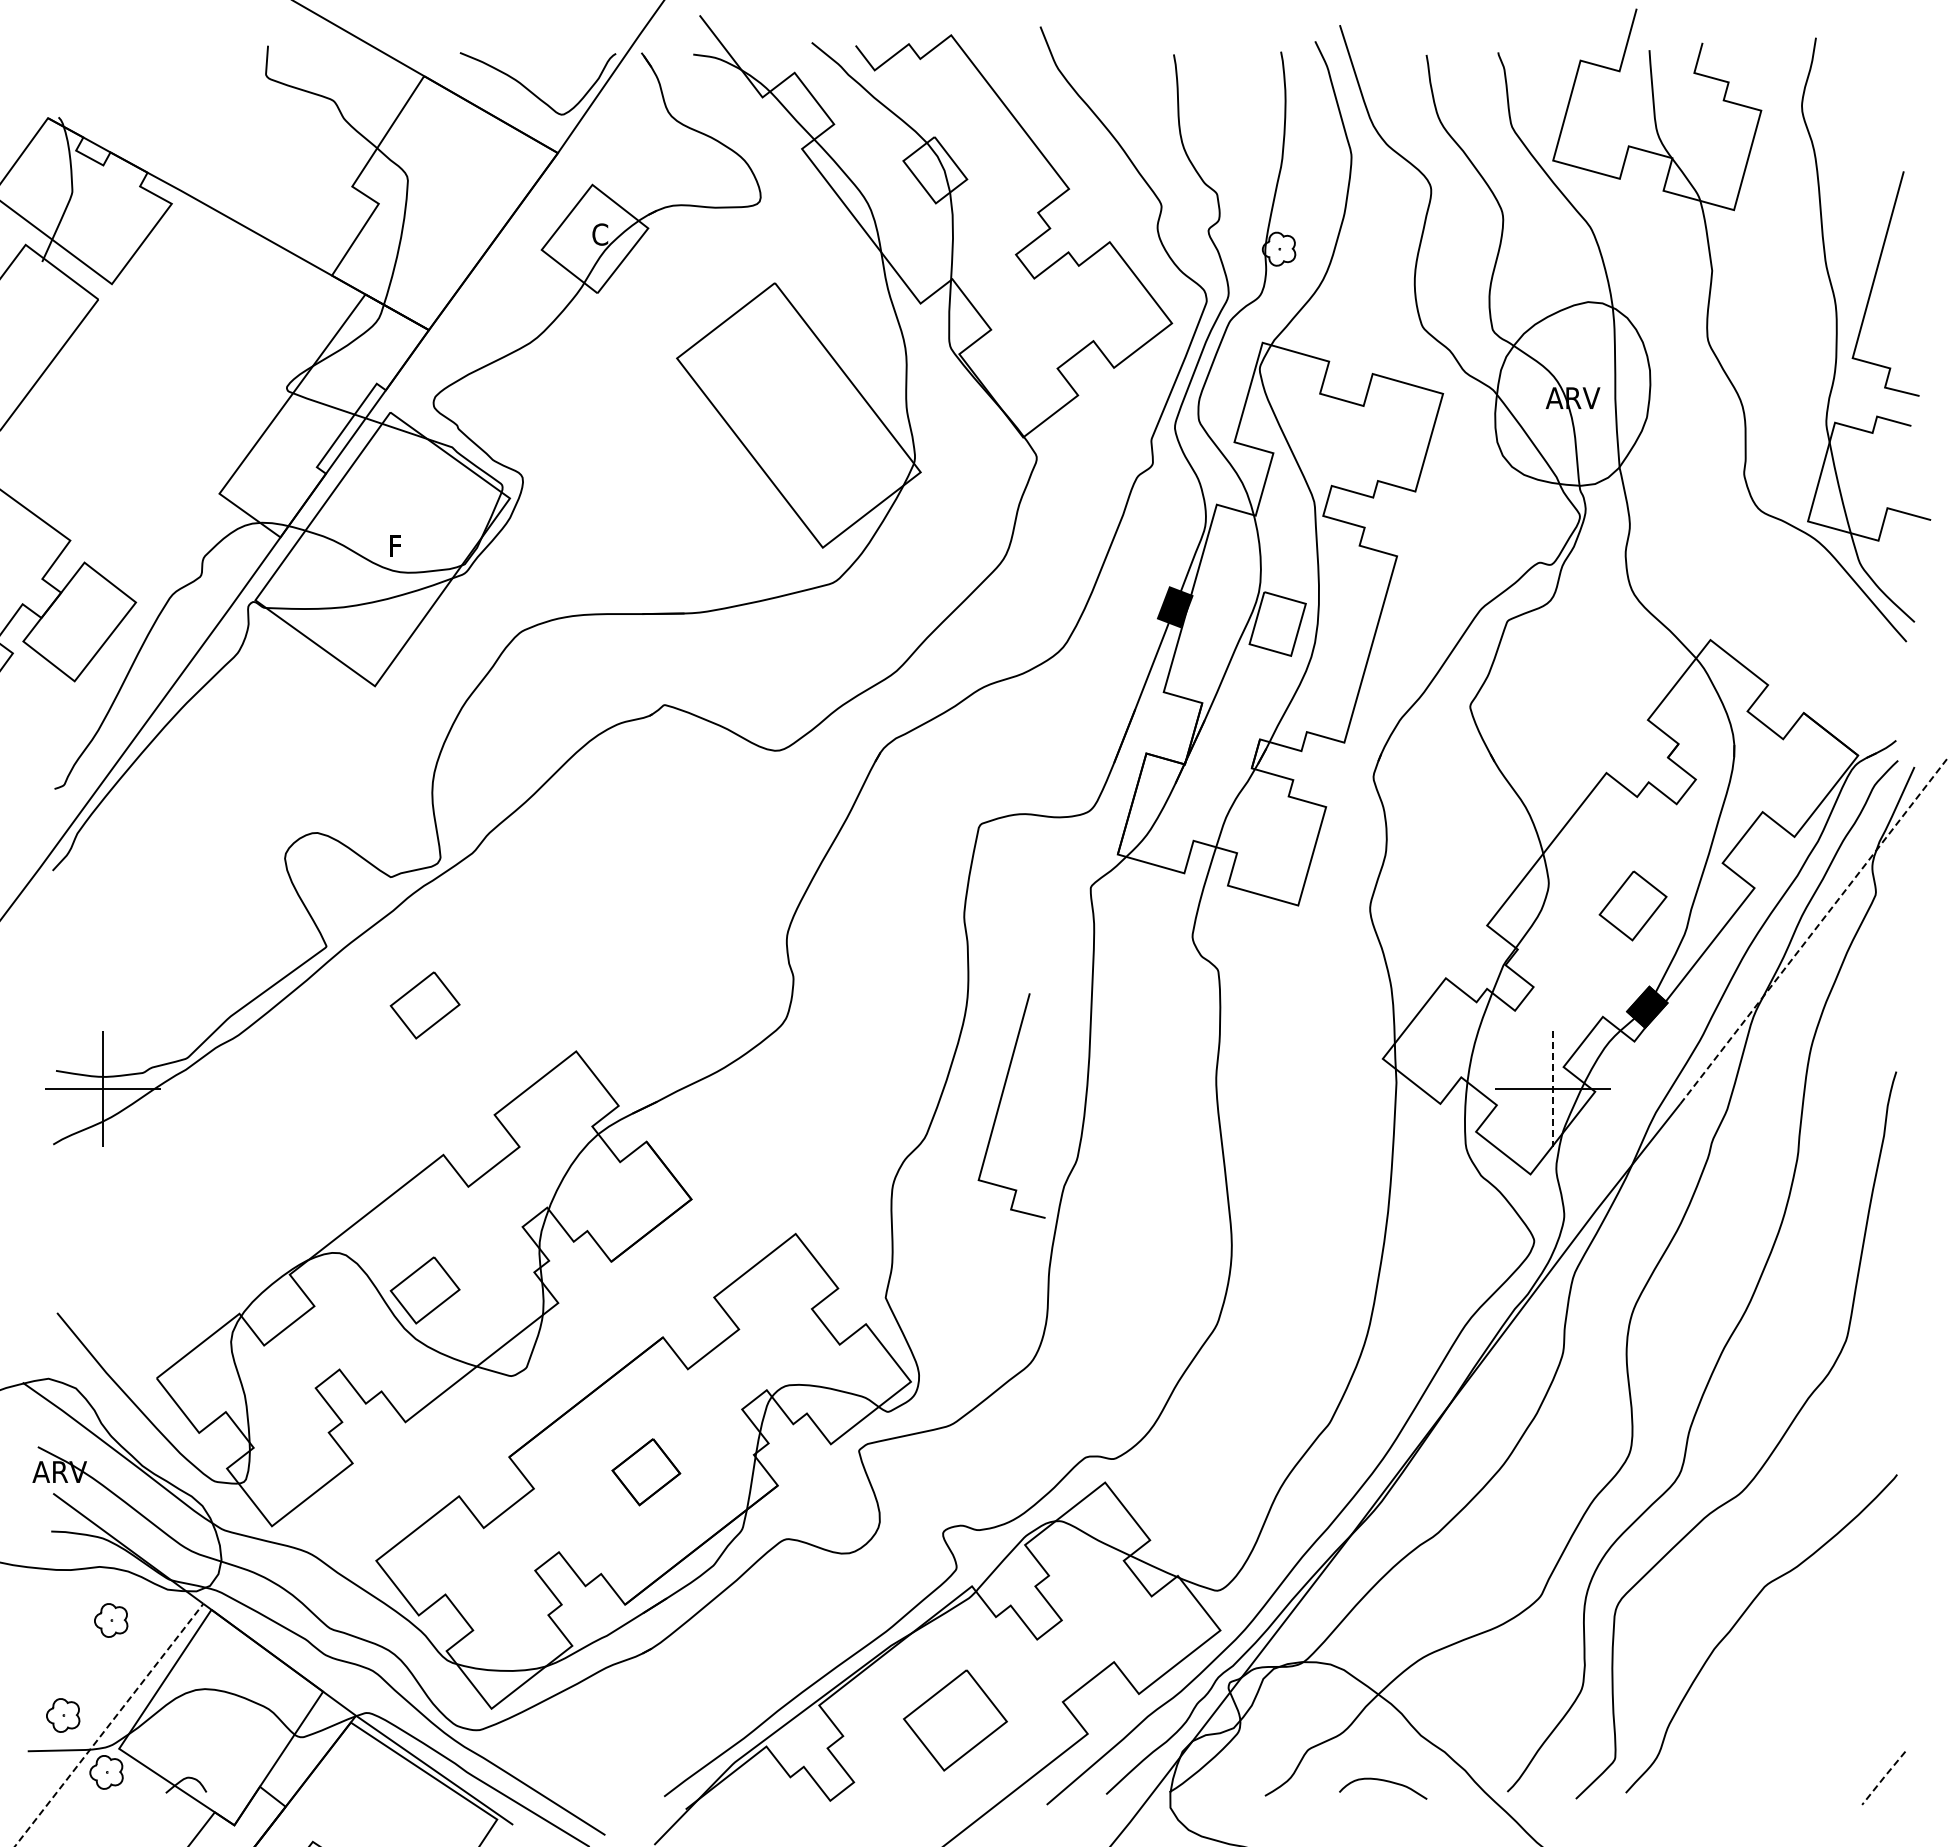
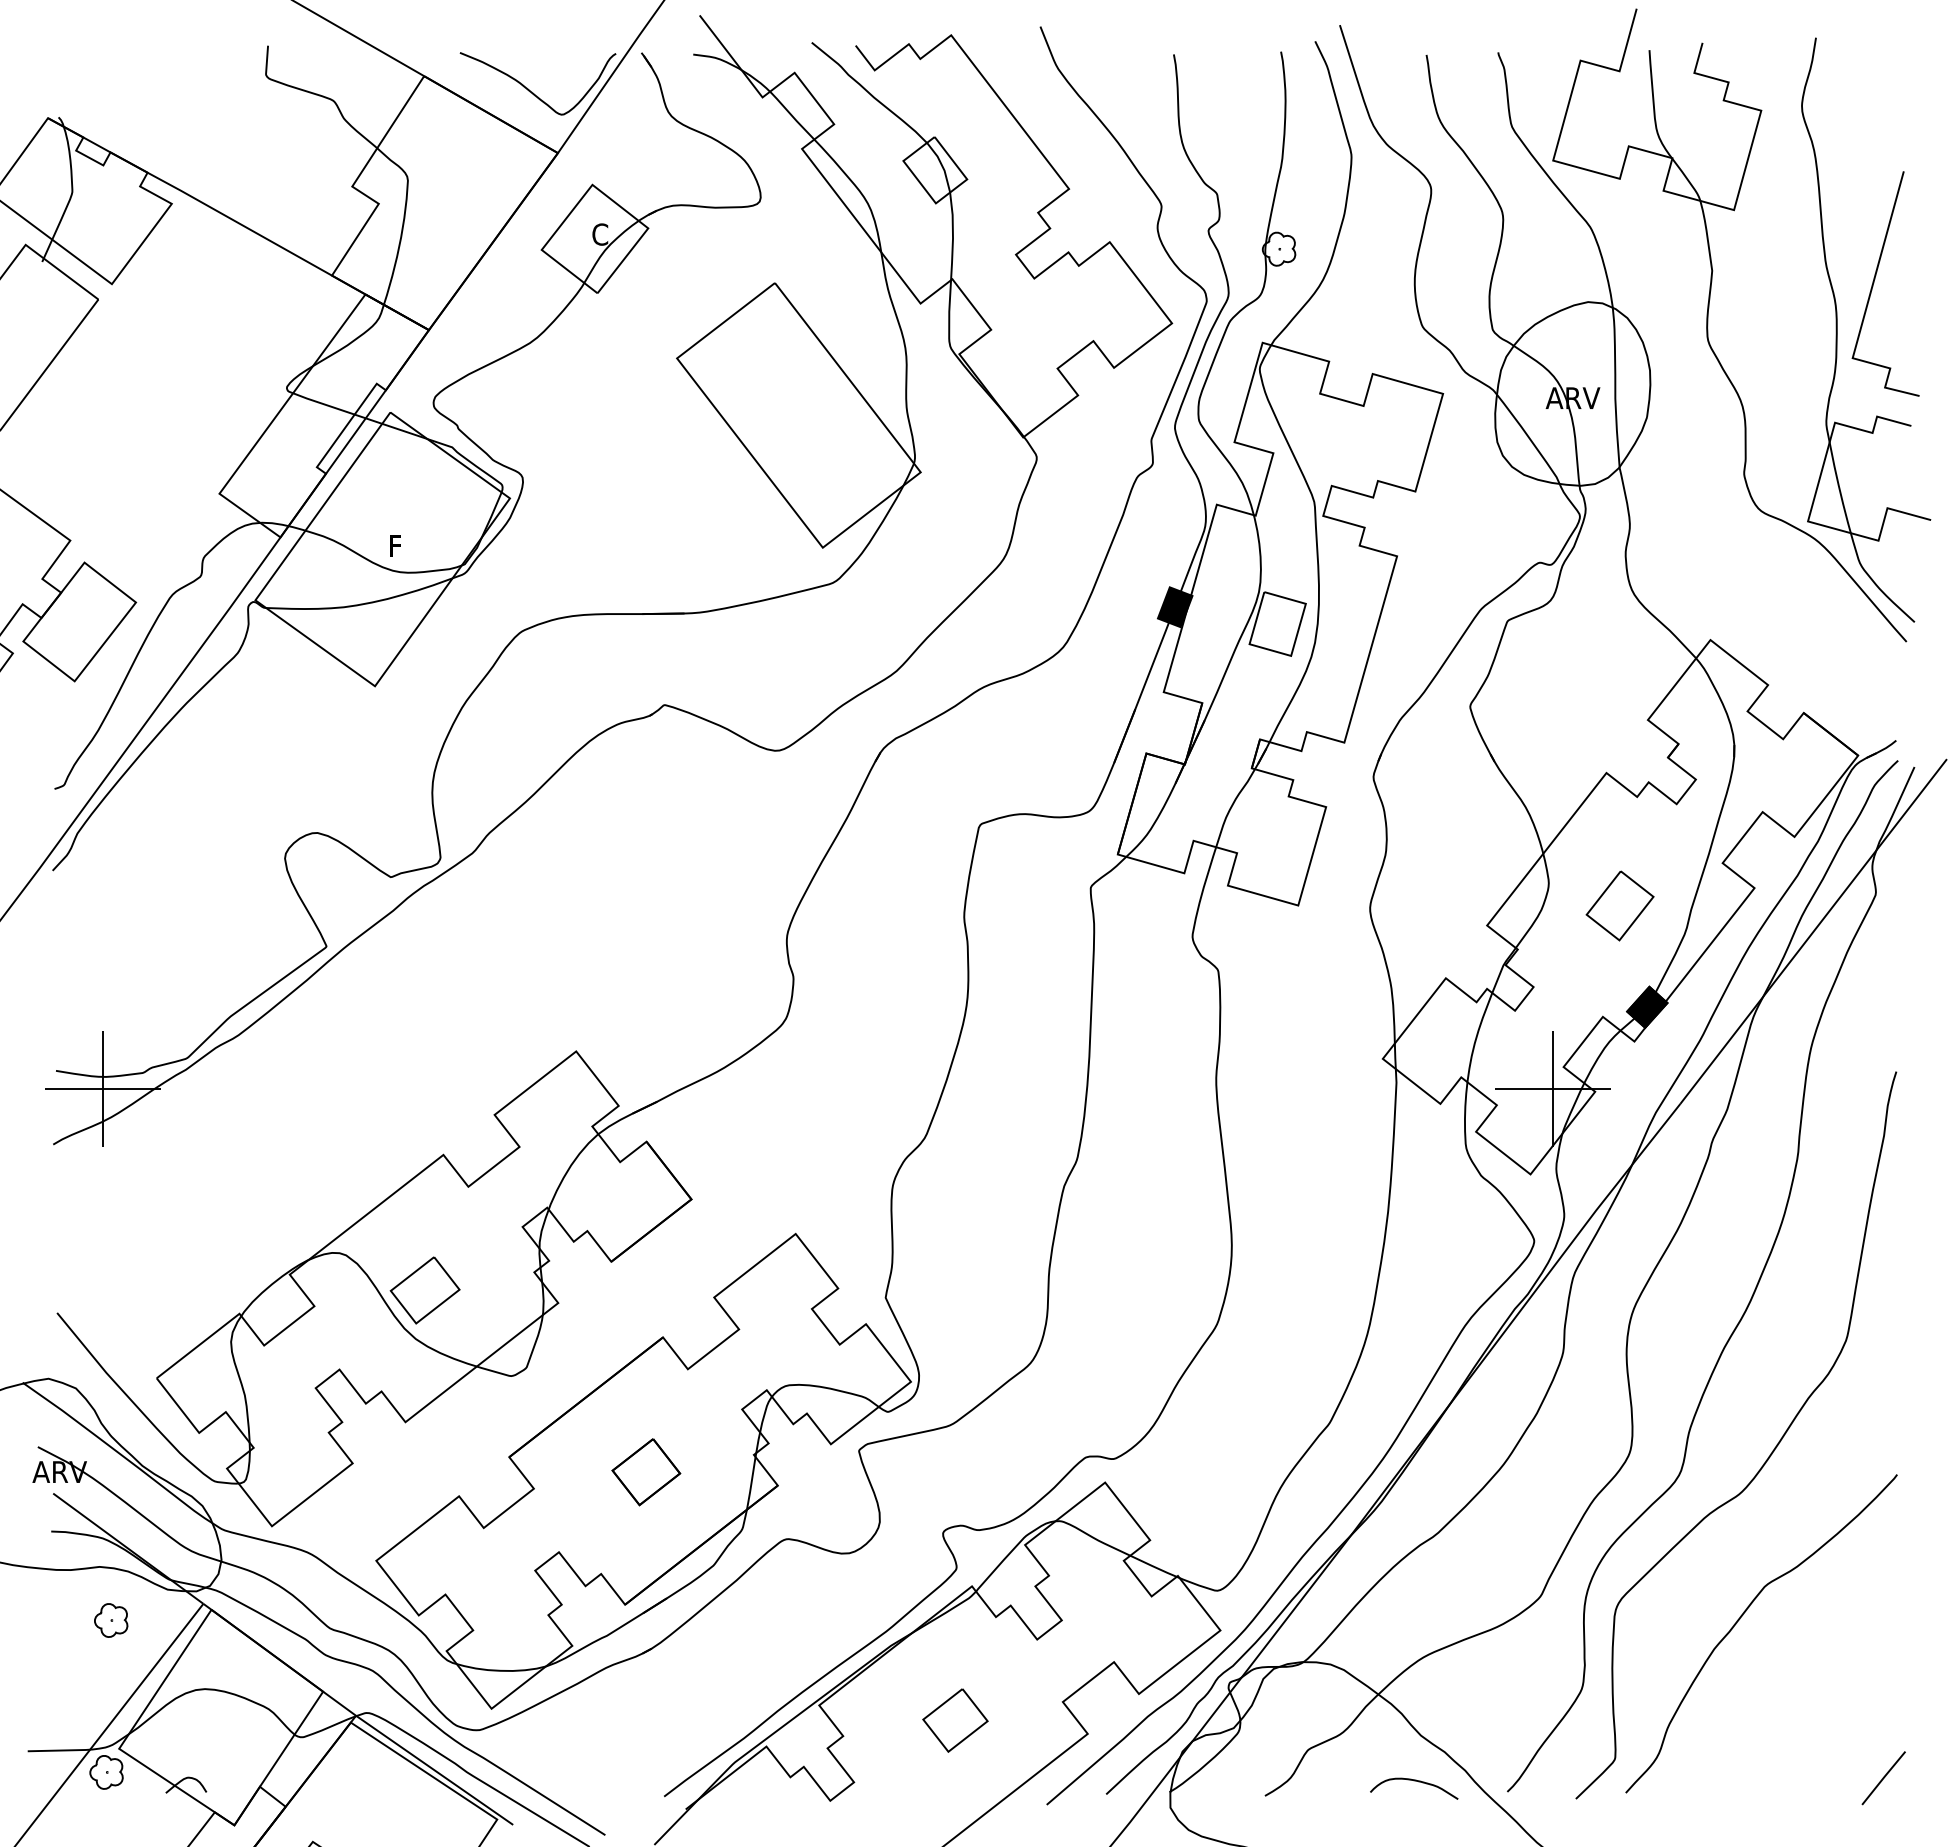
part at (1632, 905) position: (1632, 905) -> (1619, 905)
line at (1813, 931): dashed -> solid
part at (424, 1005): present -> none
line at (1552, 1088): dashed -> solid
line at (1001, 1101): present -> none
part at (63, 1715): present -> none
part at (955, 1720) size: 105x103 px -> 67x65 px
line at (109, 1725): dashed -> solid
line at (1883, 1778): dashed -> solid
curve at (1383, 1781) position: (1383, 1781) -> (1414, 1781)
